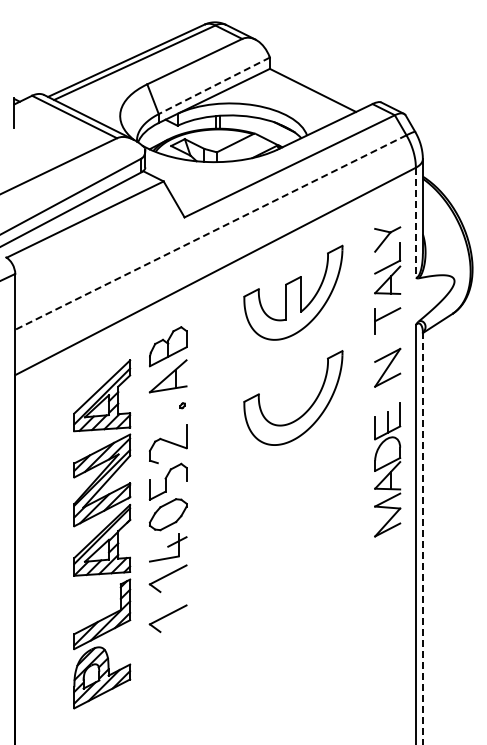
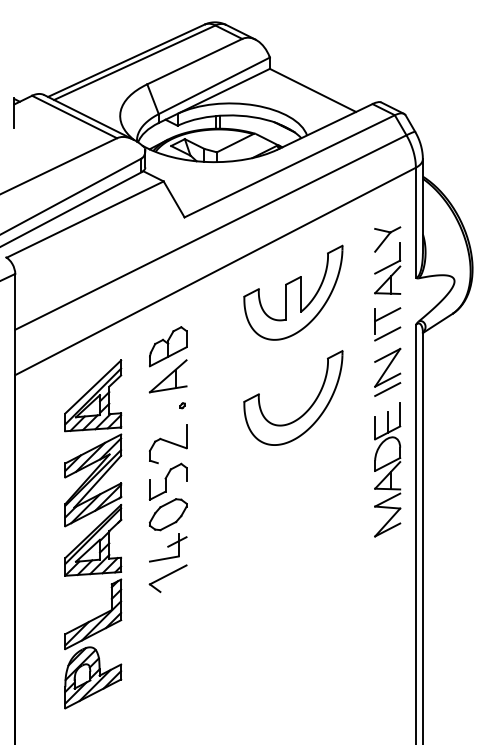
line at (213, 86): dashed -> solid
line at (415, 223): dashed -> solid
line at (210, 232): dashed -> solid
line at (387, 333): none -> present
line at (387, 389): none -> present
part at (102, 534) position: (102, 534) -> (93, 534)
line at (422, 539): dashed -> solid
part at (167, 618): present -> none
